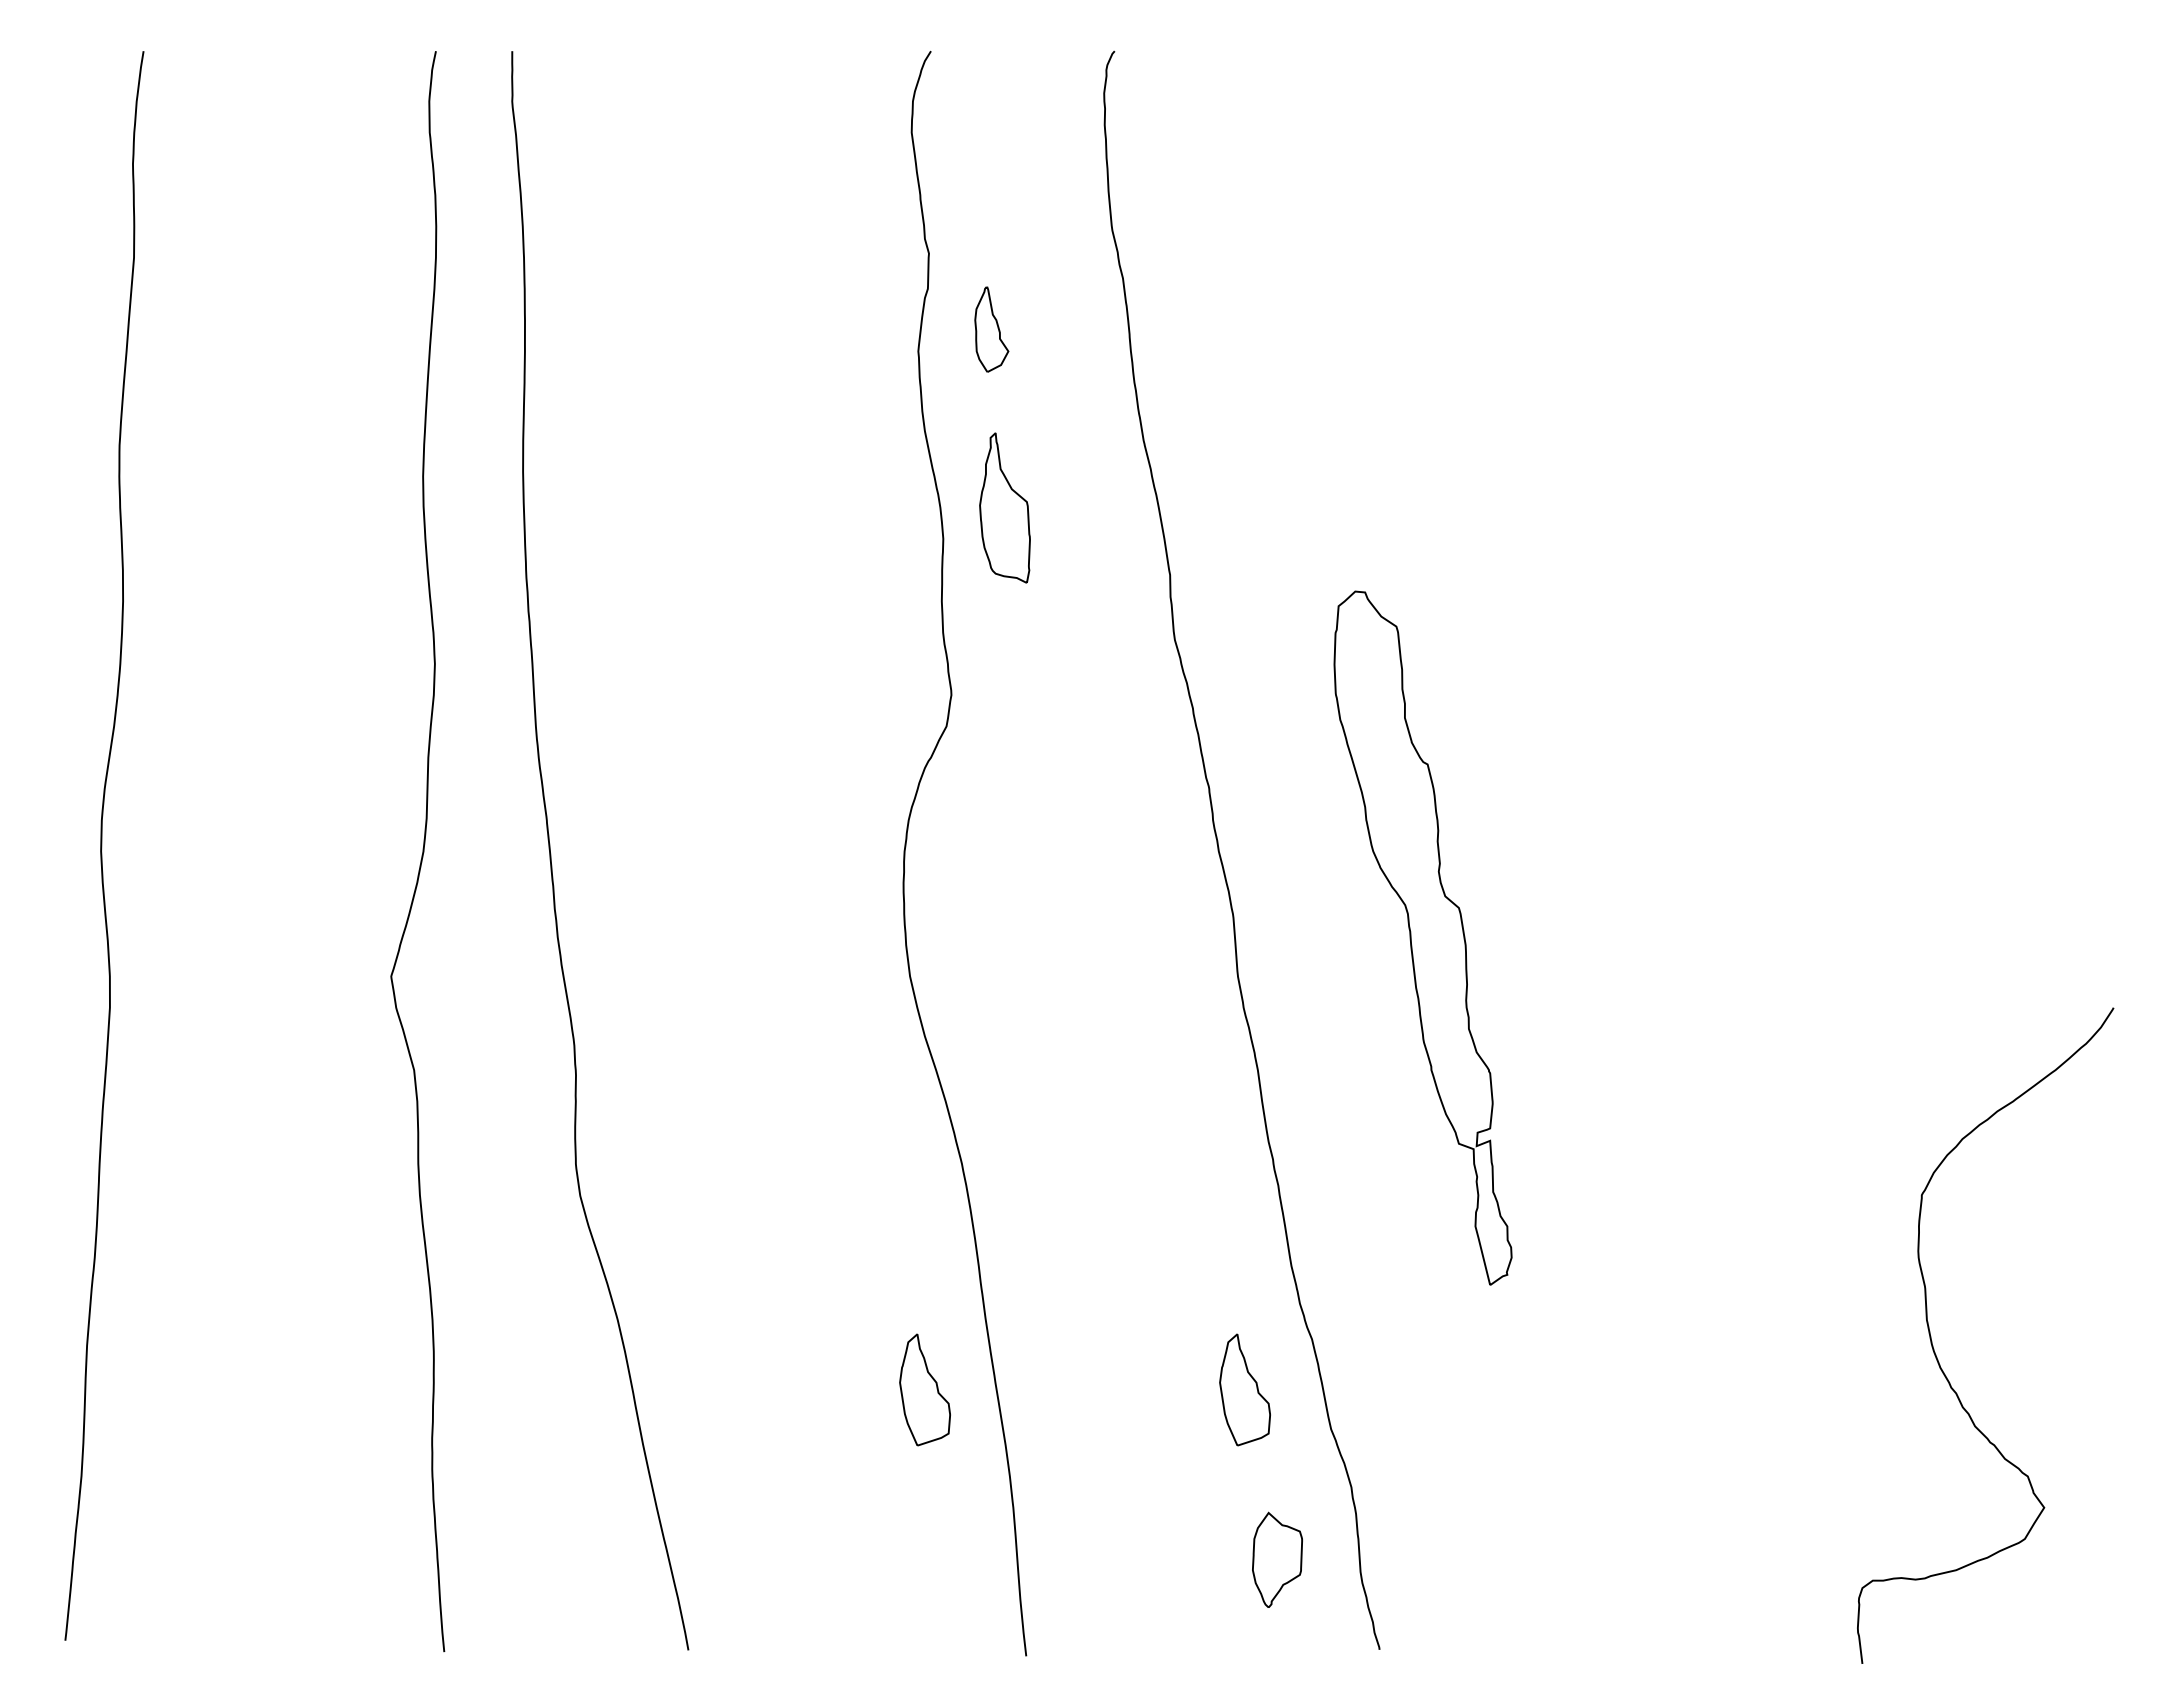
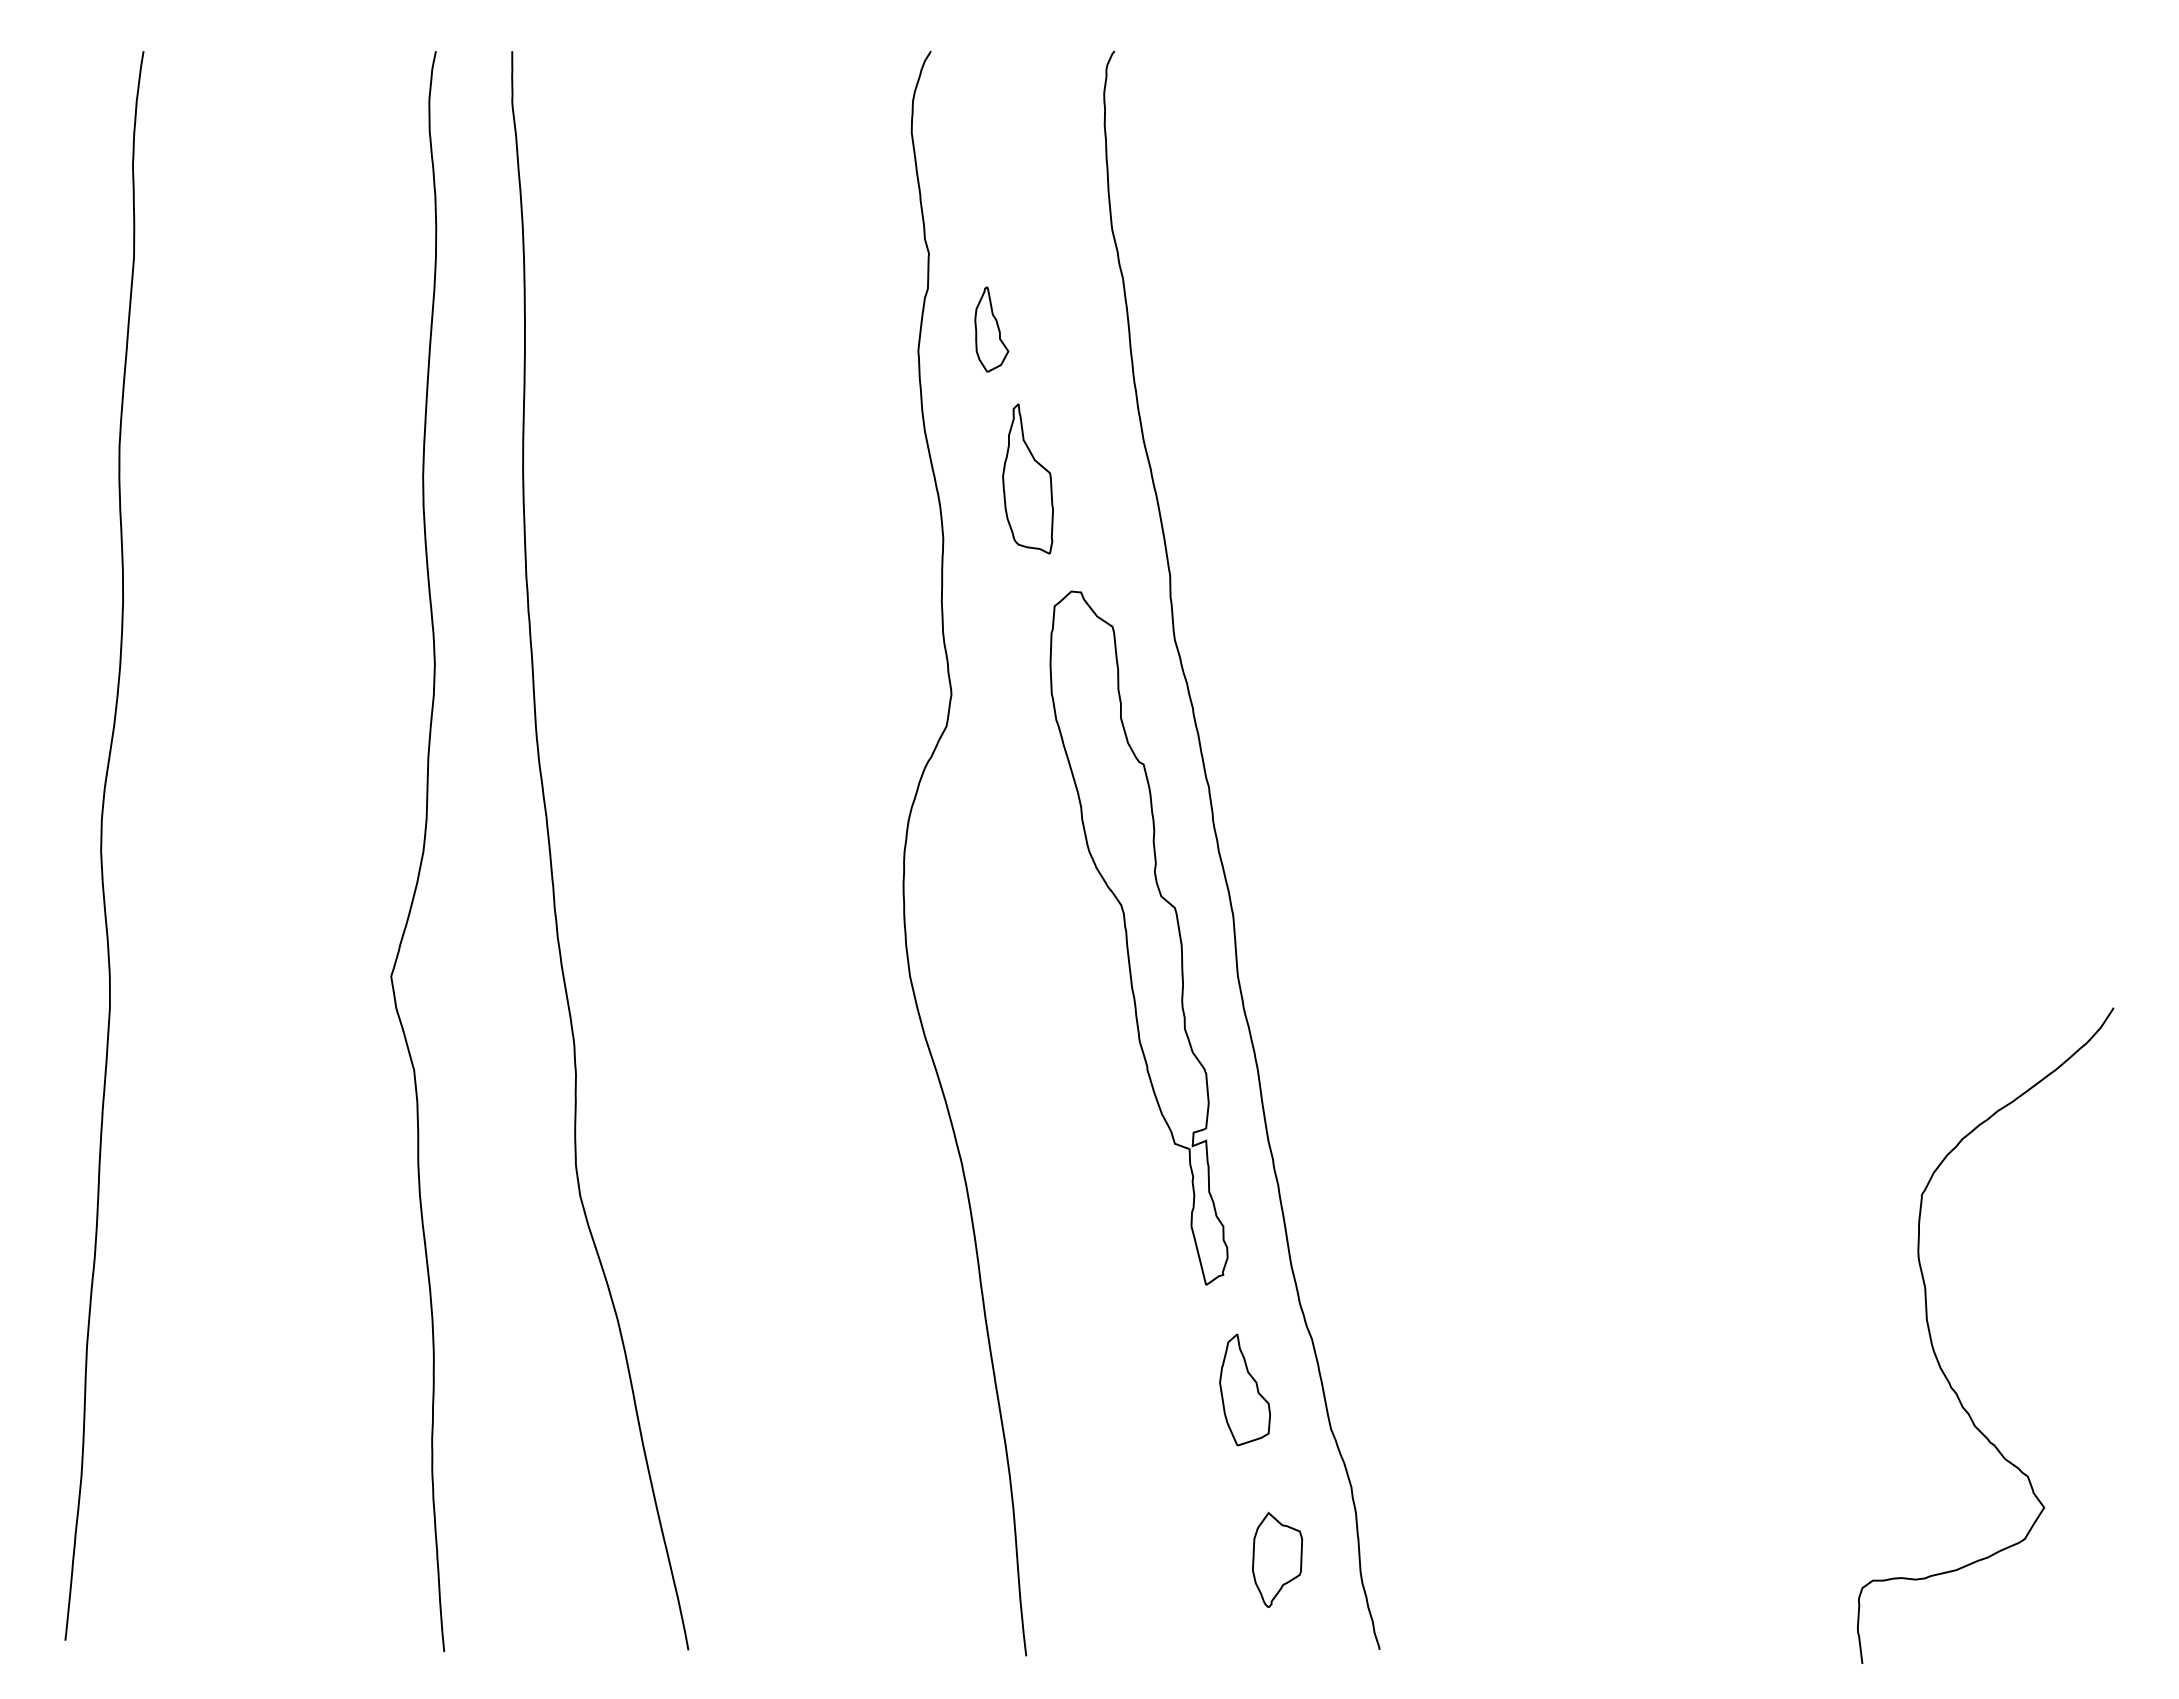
part at (1004, 507) position: (1004, 507) -> (1027, 478)
part at (1422, 937) position: (1422, 937) -> (1138, 937)
part at (924, 1389): present -> none
